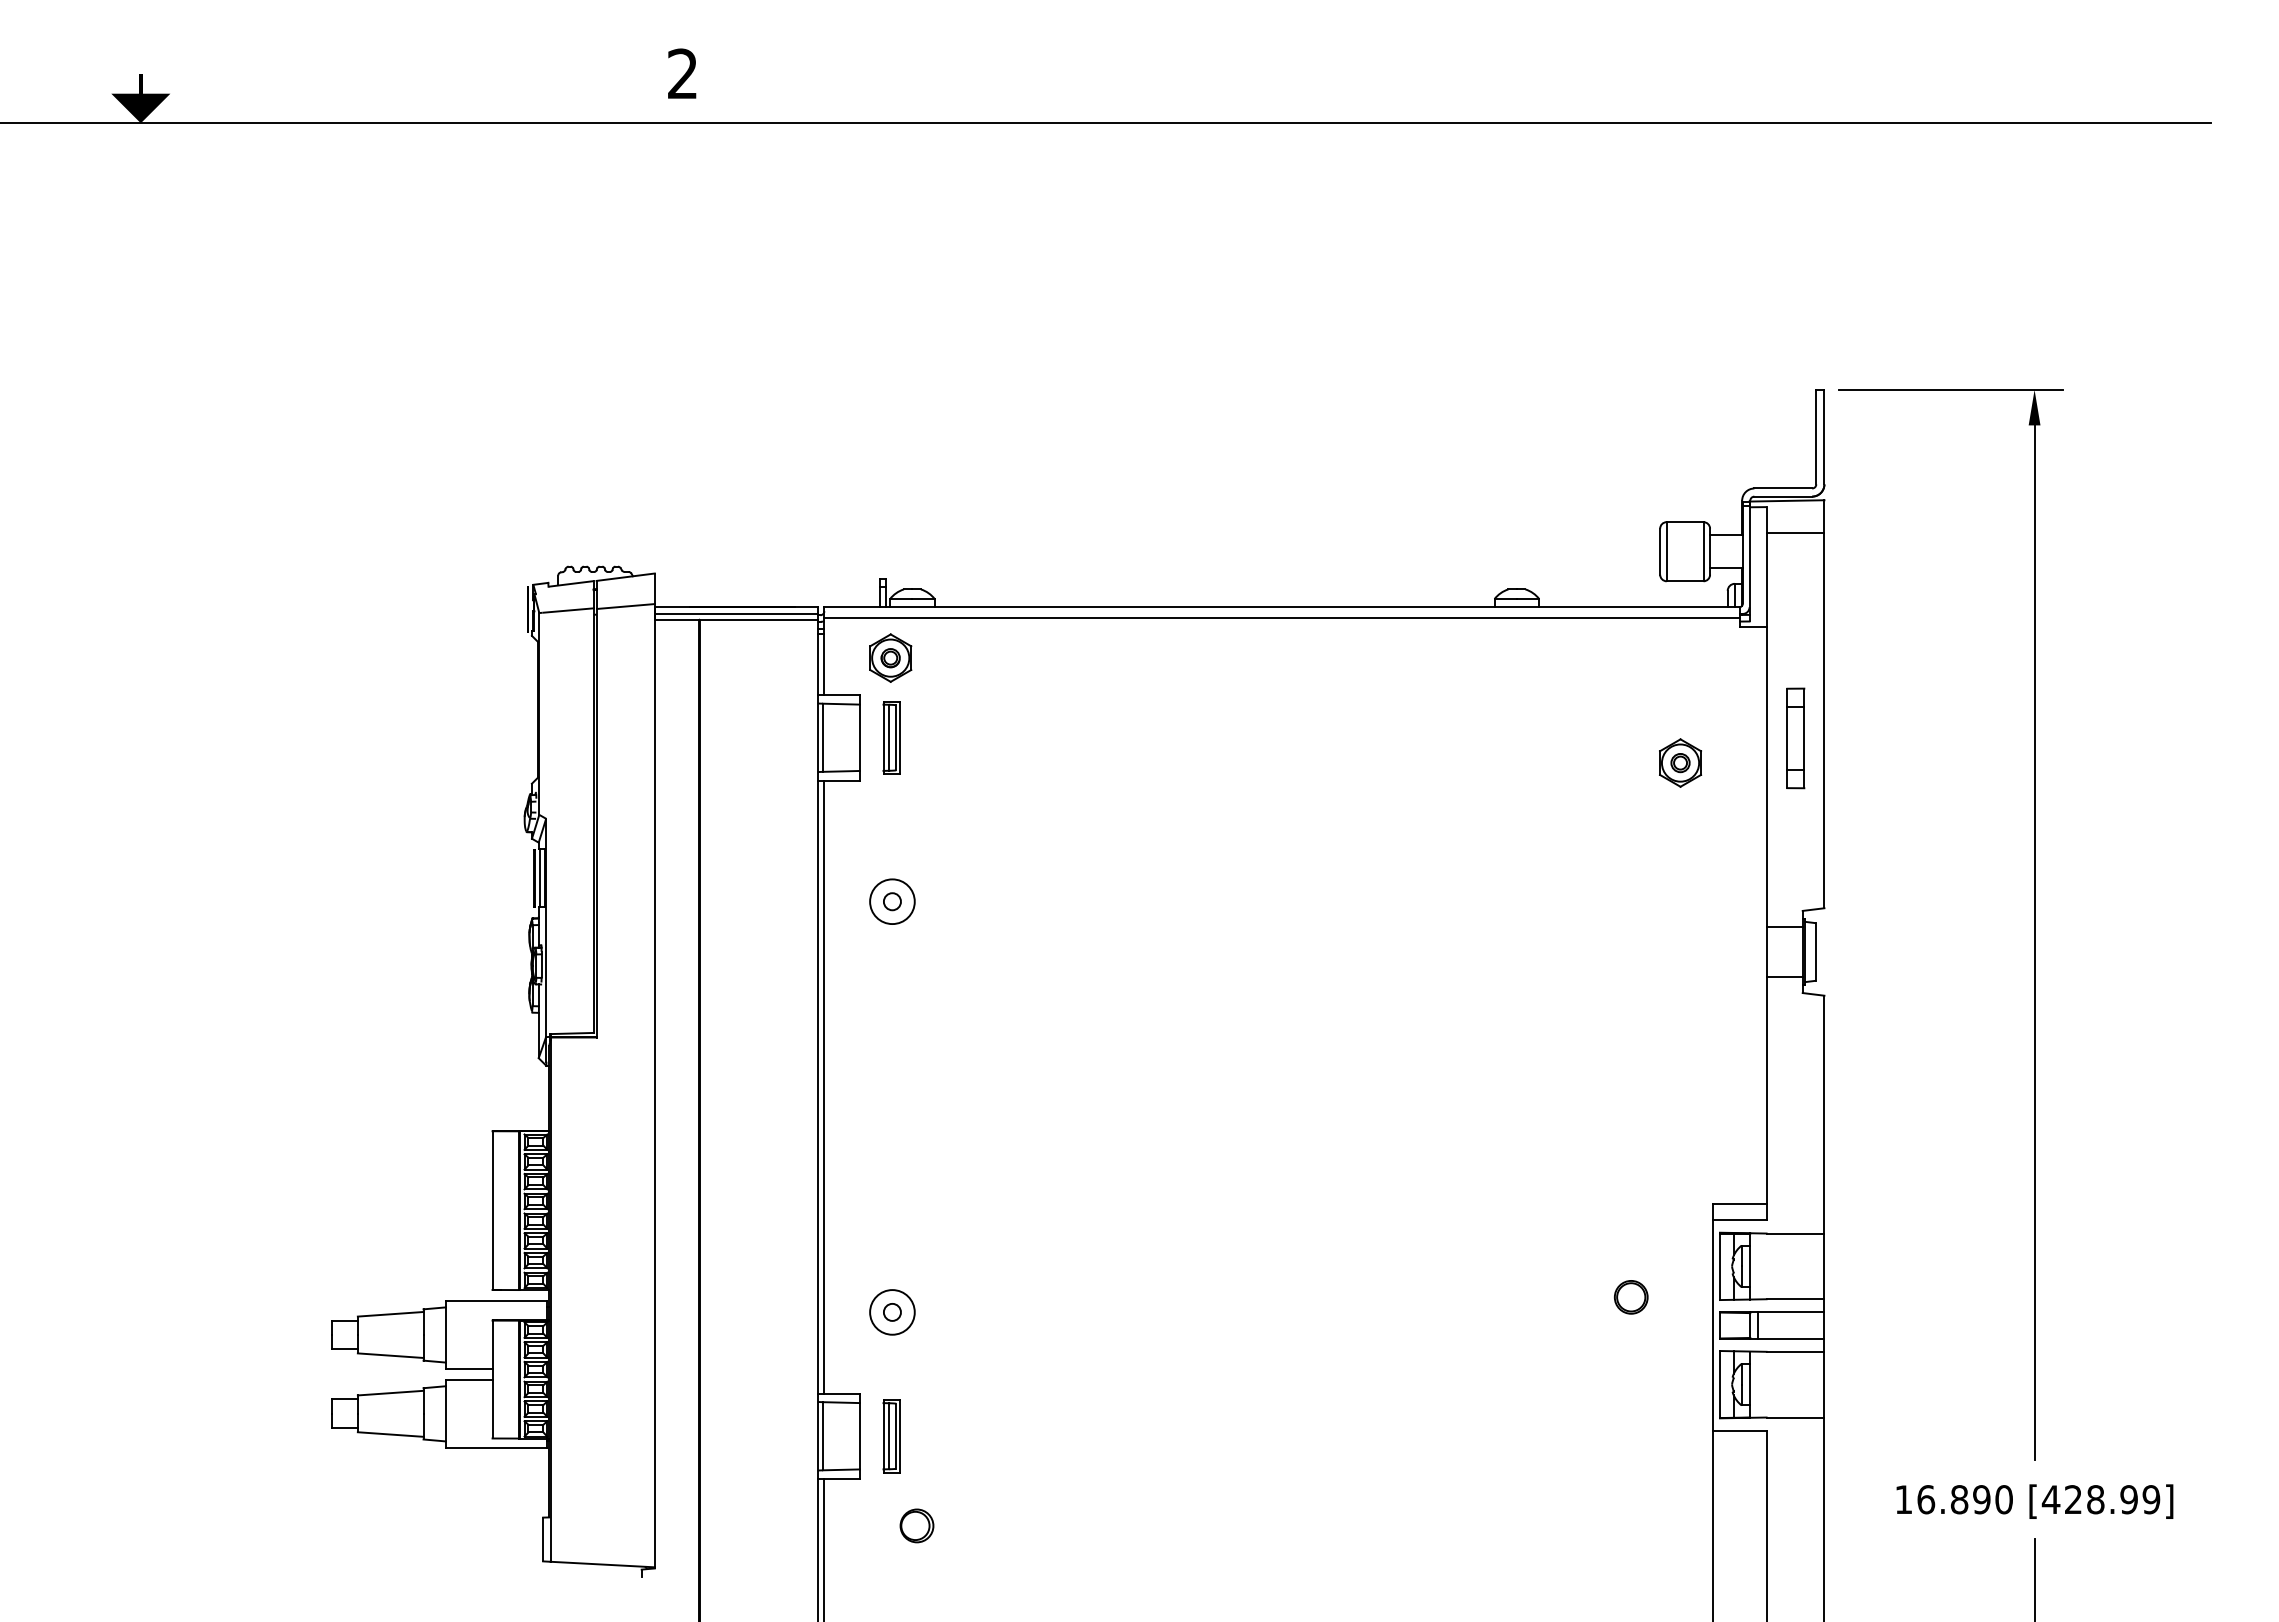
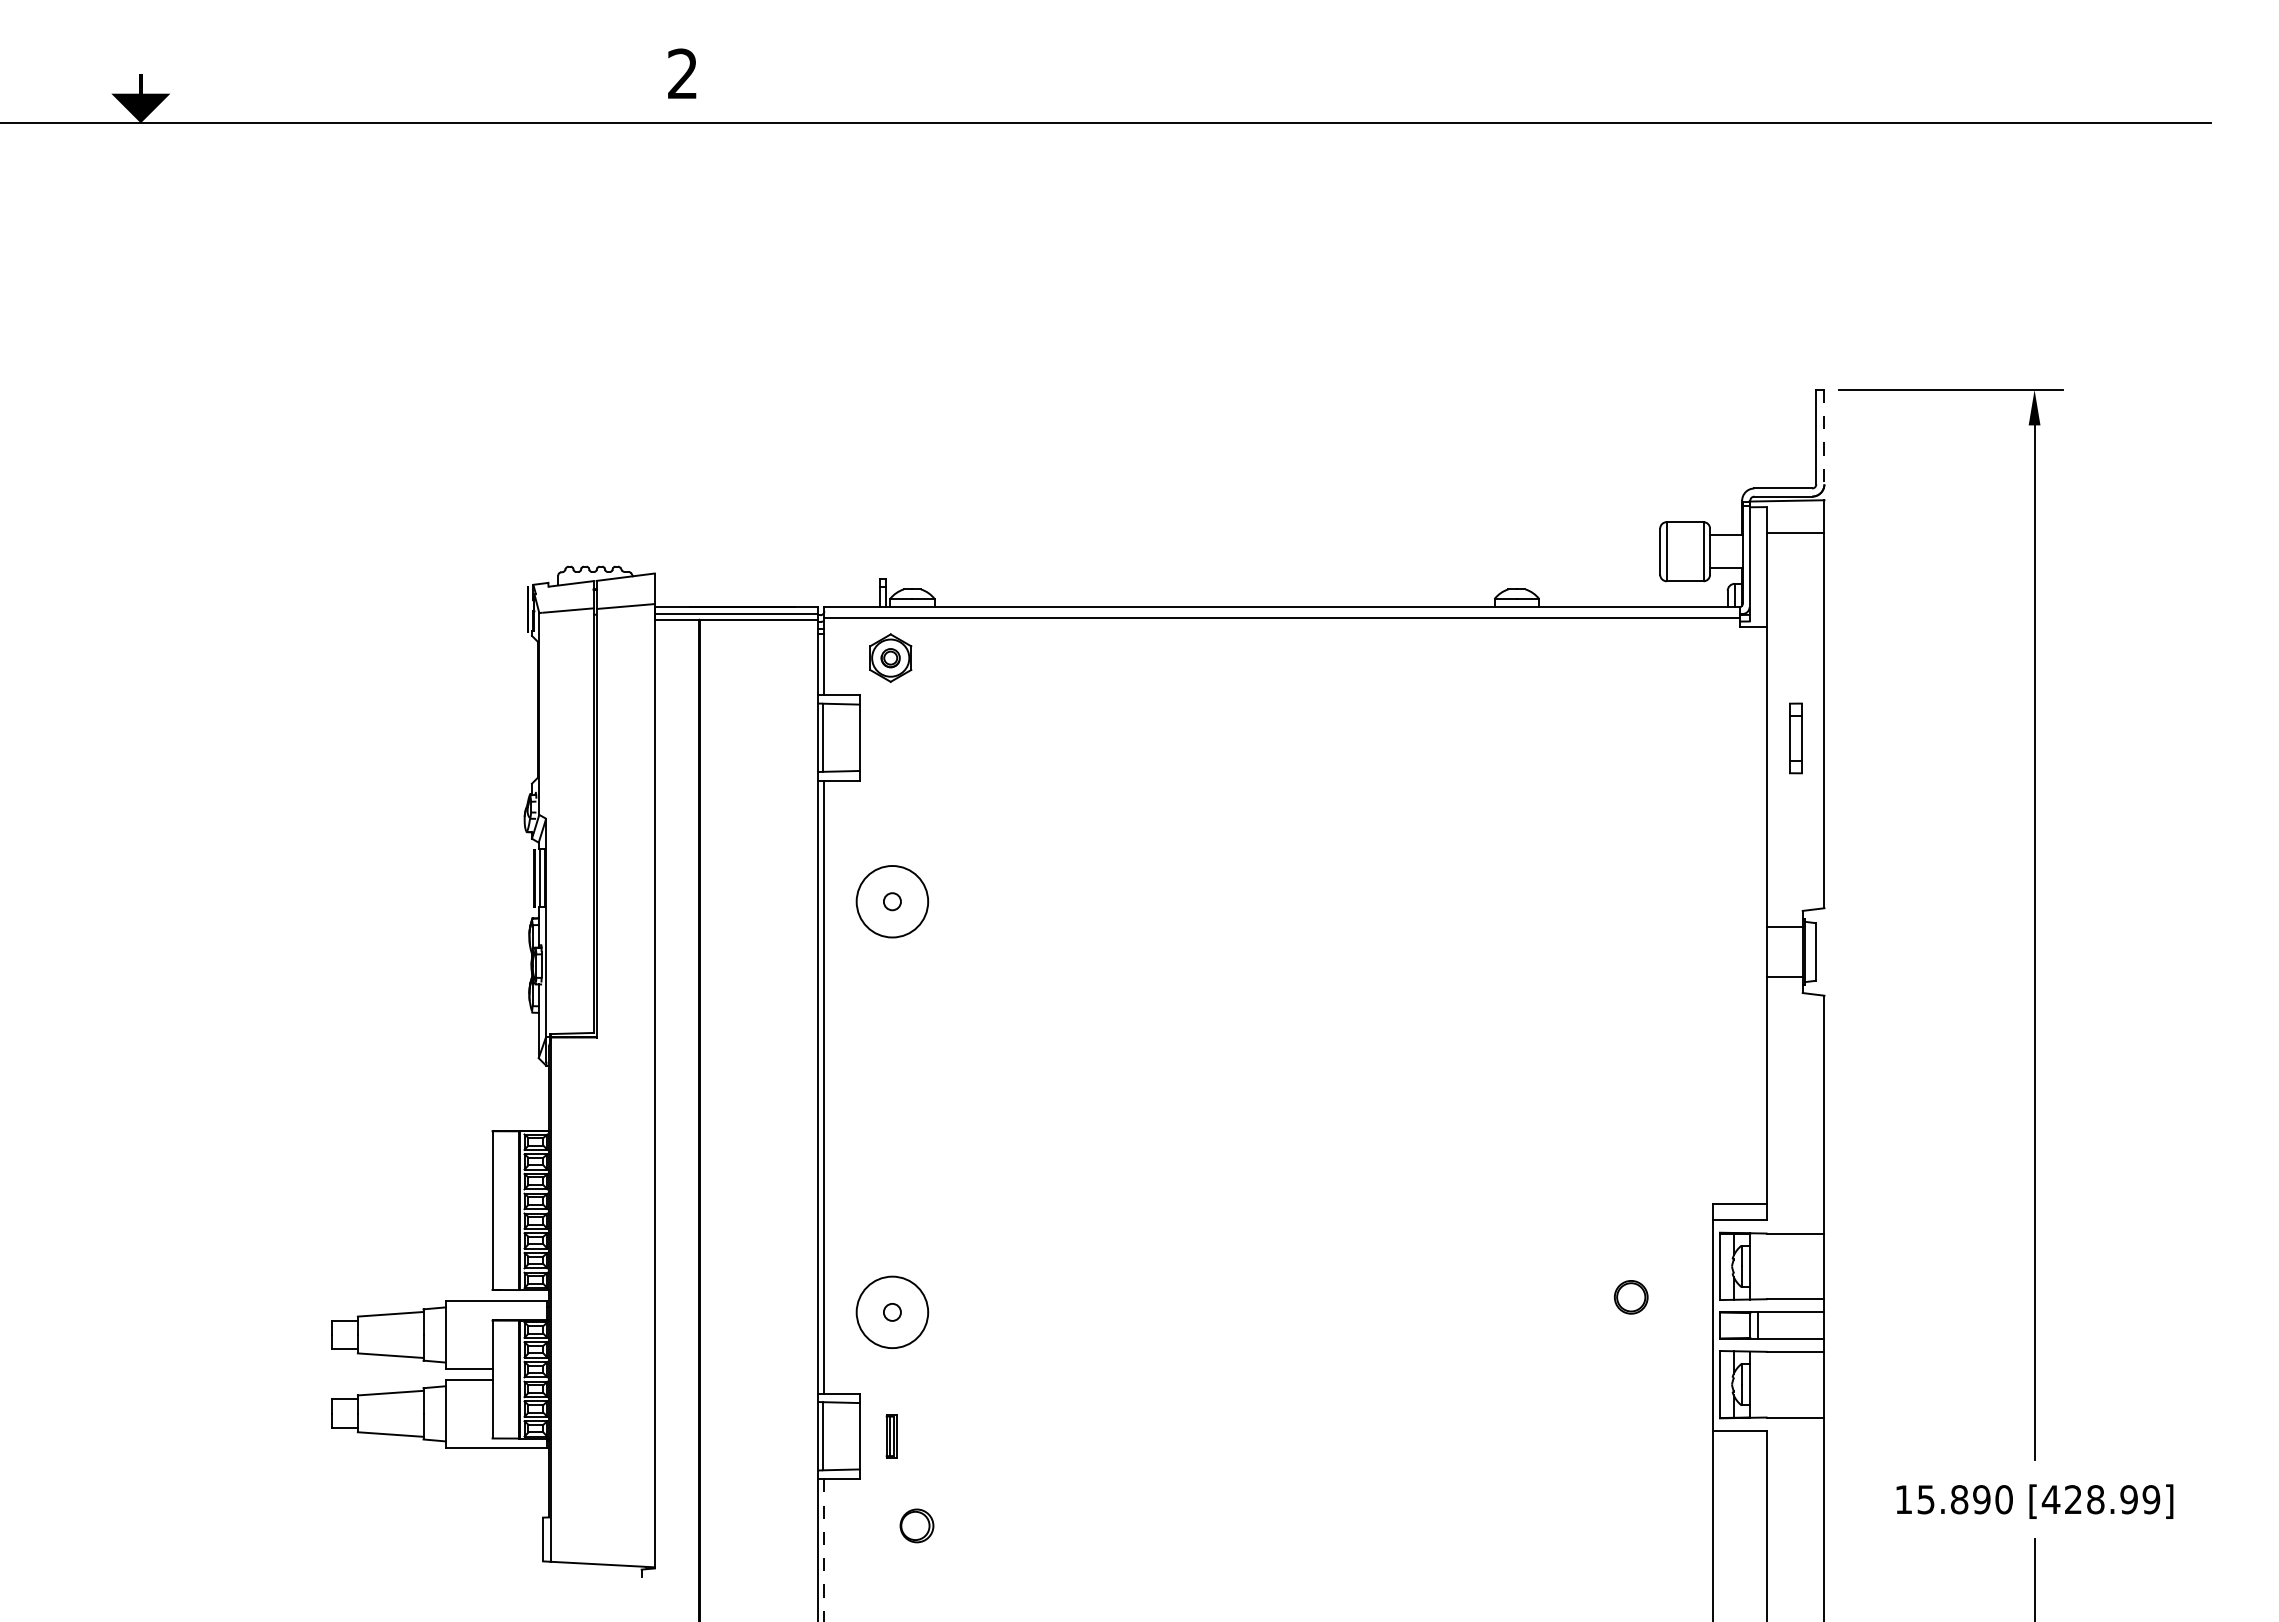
line at (1824, 437): solid -> dashed
part at (891, 737): present -> none
part at (1795, 738) size: 20x103 px -> 14x73 px
part at (1680, 762): present -> none
circle at (892, 901) diameter: 45 px -> 71 px
circle at (892, 1312) diameter: 45 px -> 71 px
part at (891, 1436) size: 19x75 px -> 13x45 px
text at (1926, 1499): 16.890 -> 15.890
line at (824, 1550): solid -> dashed
